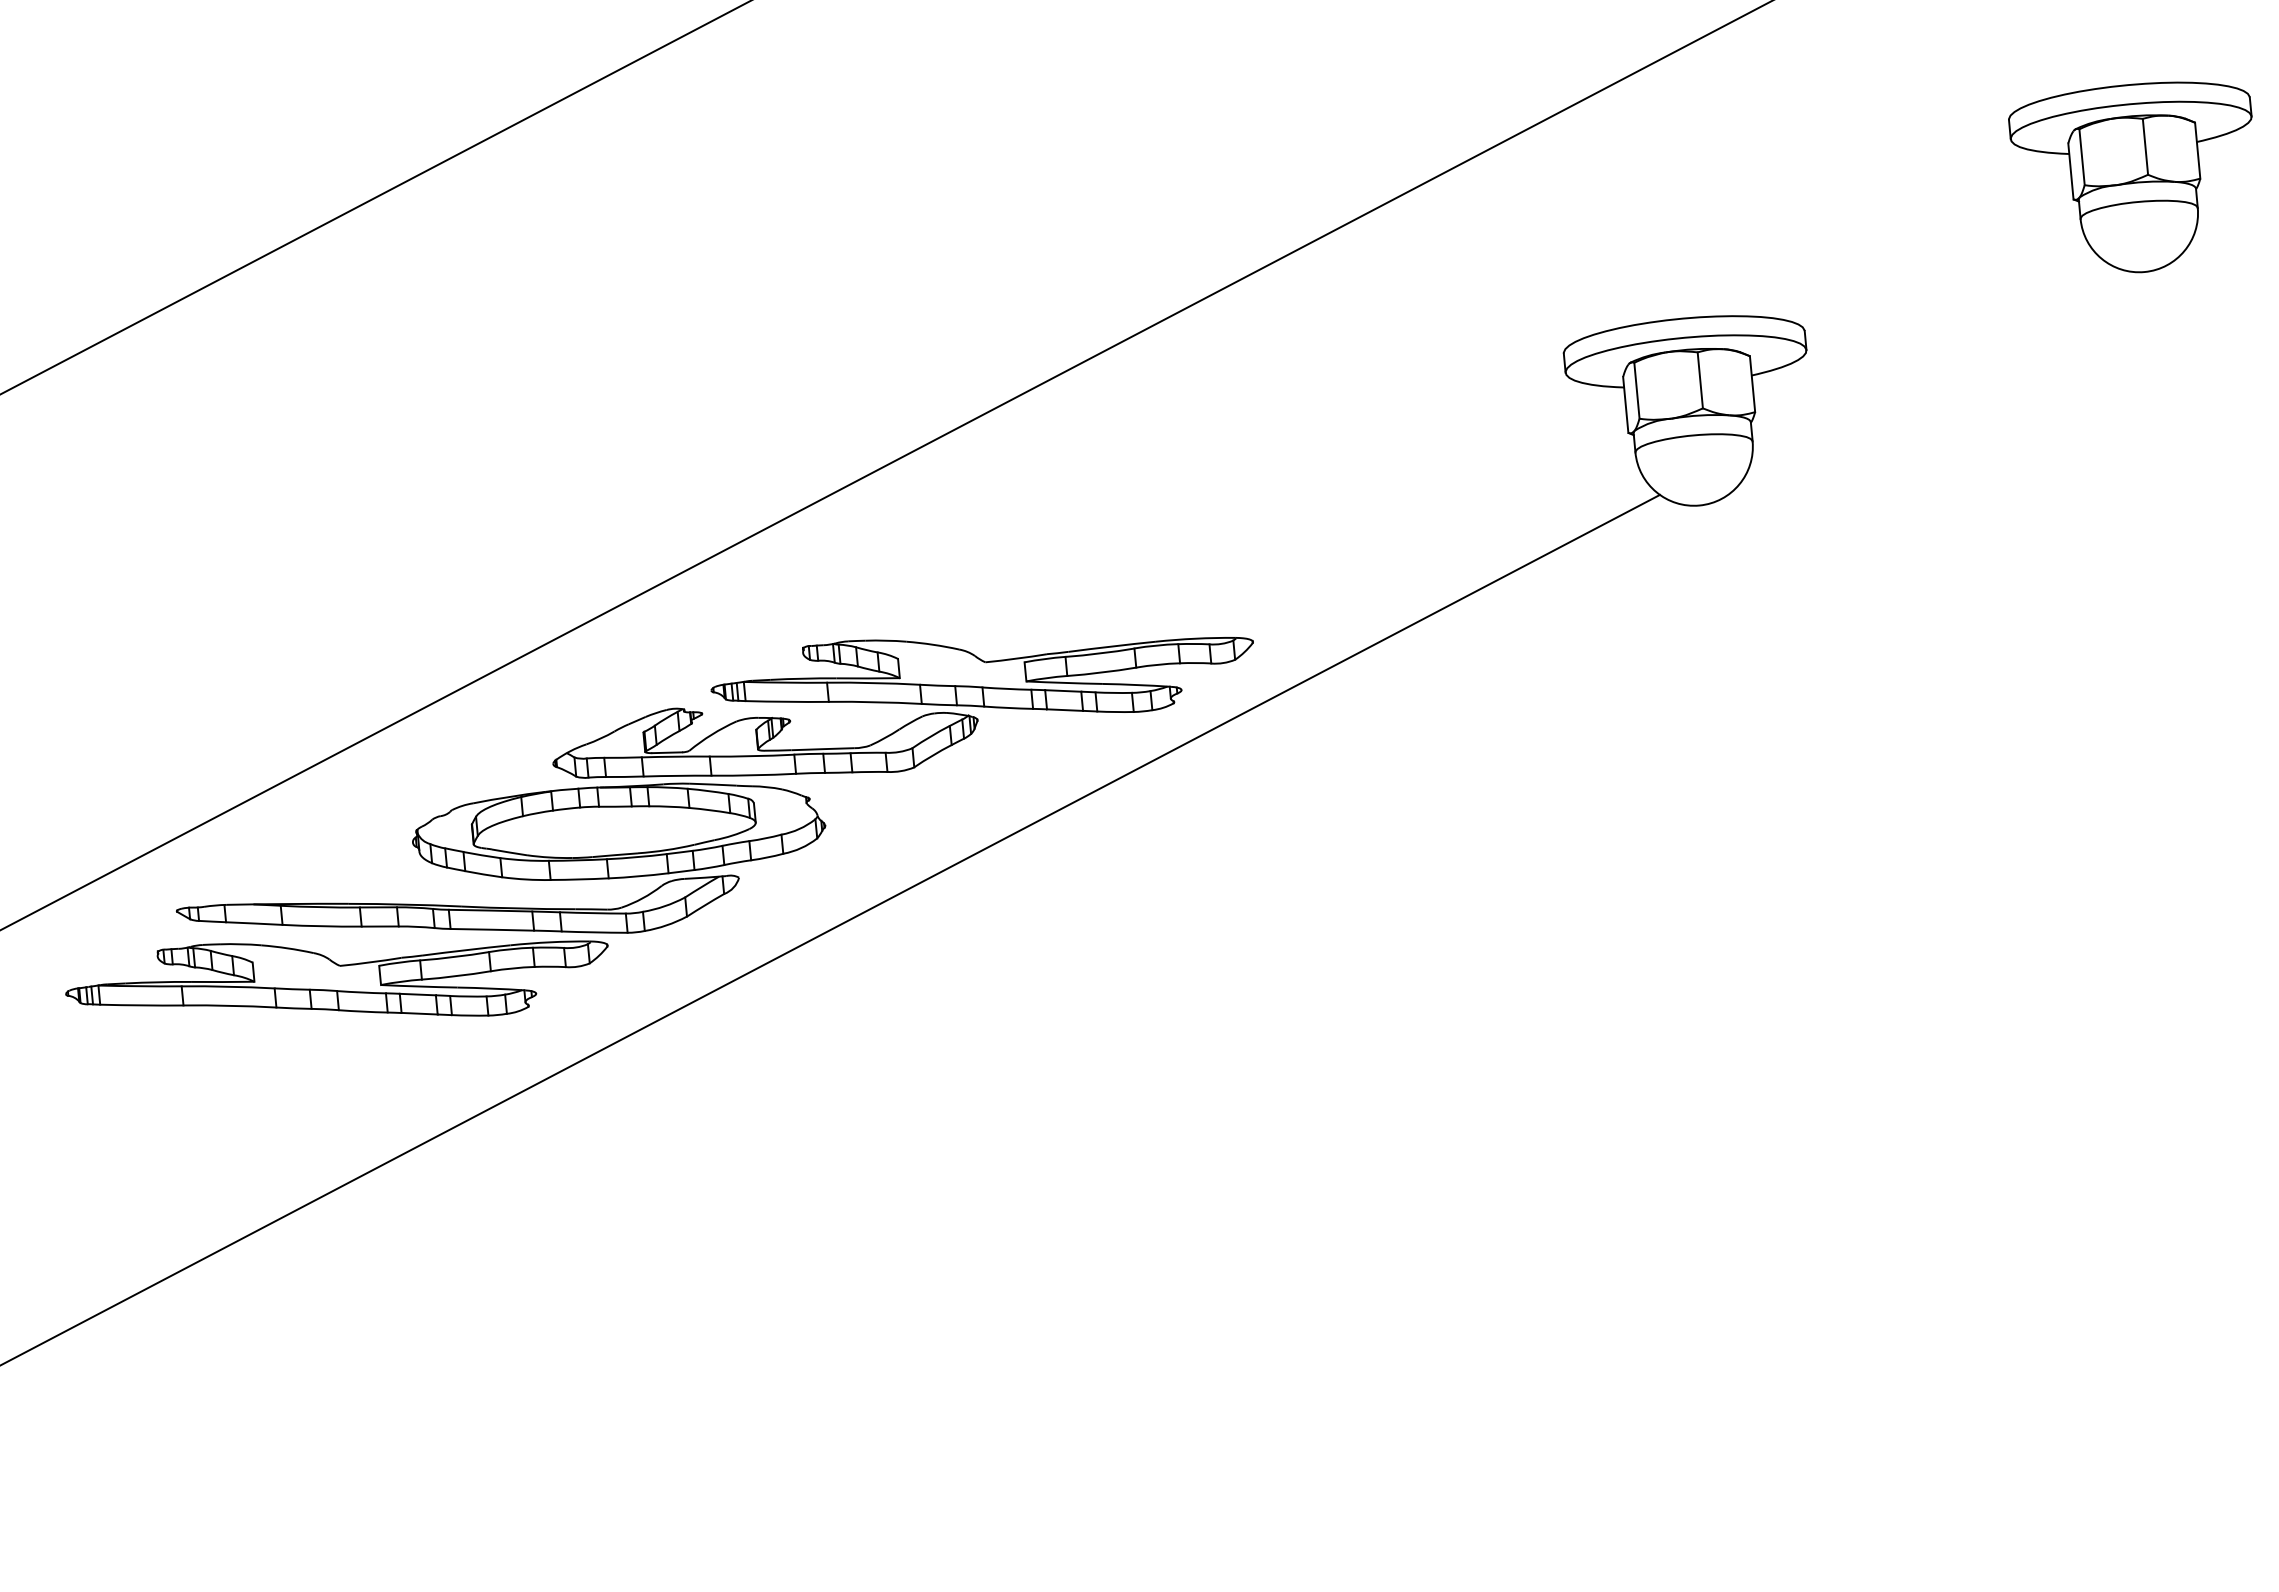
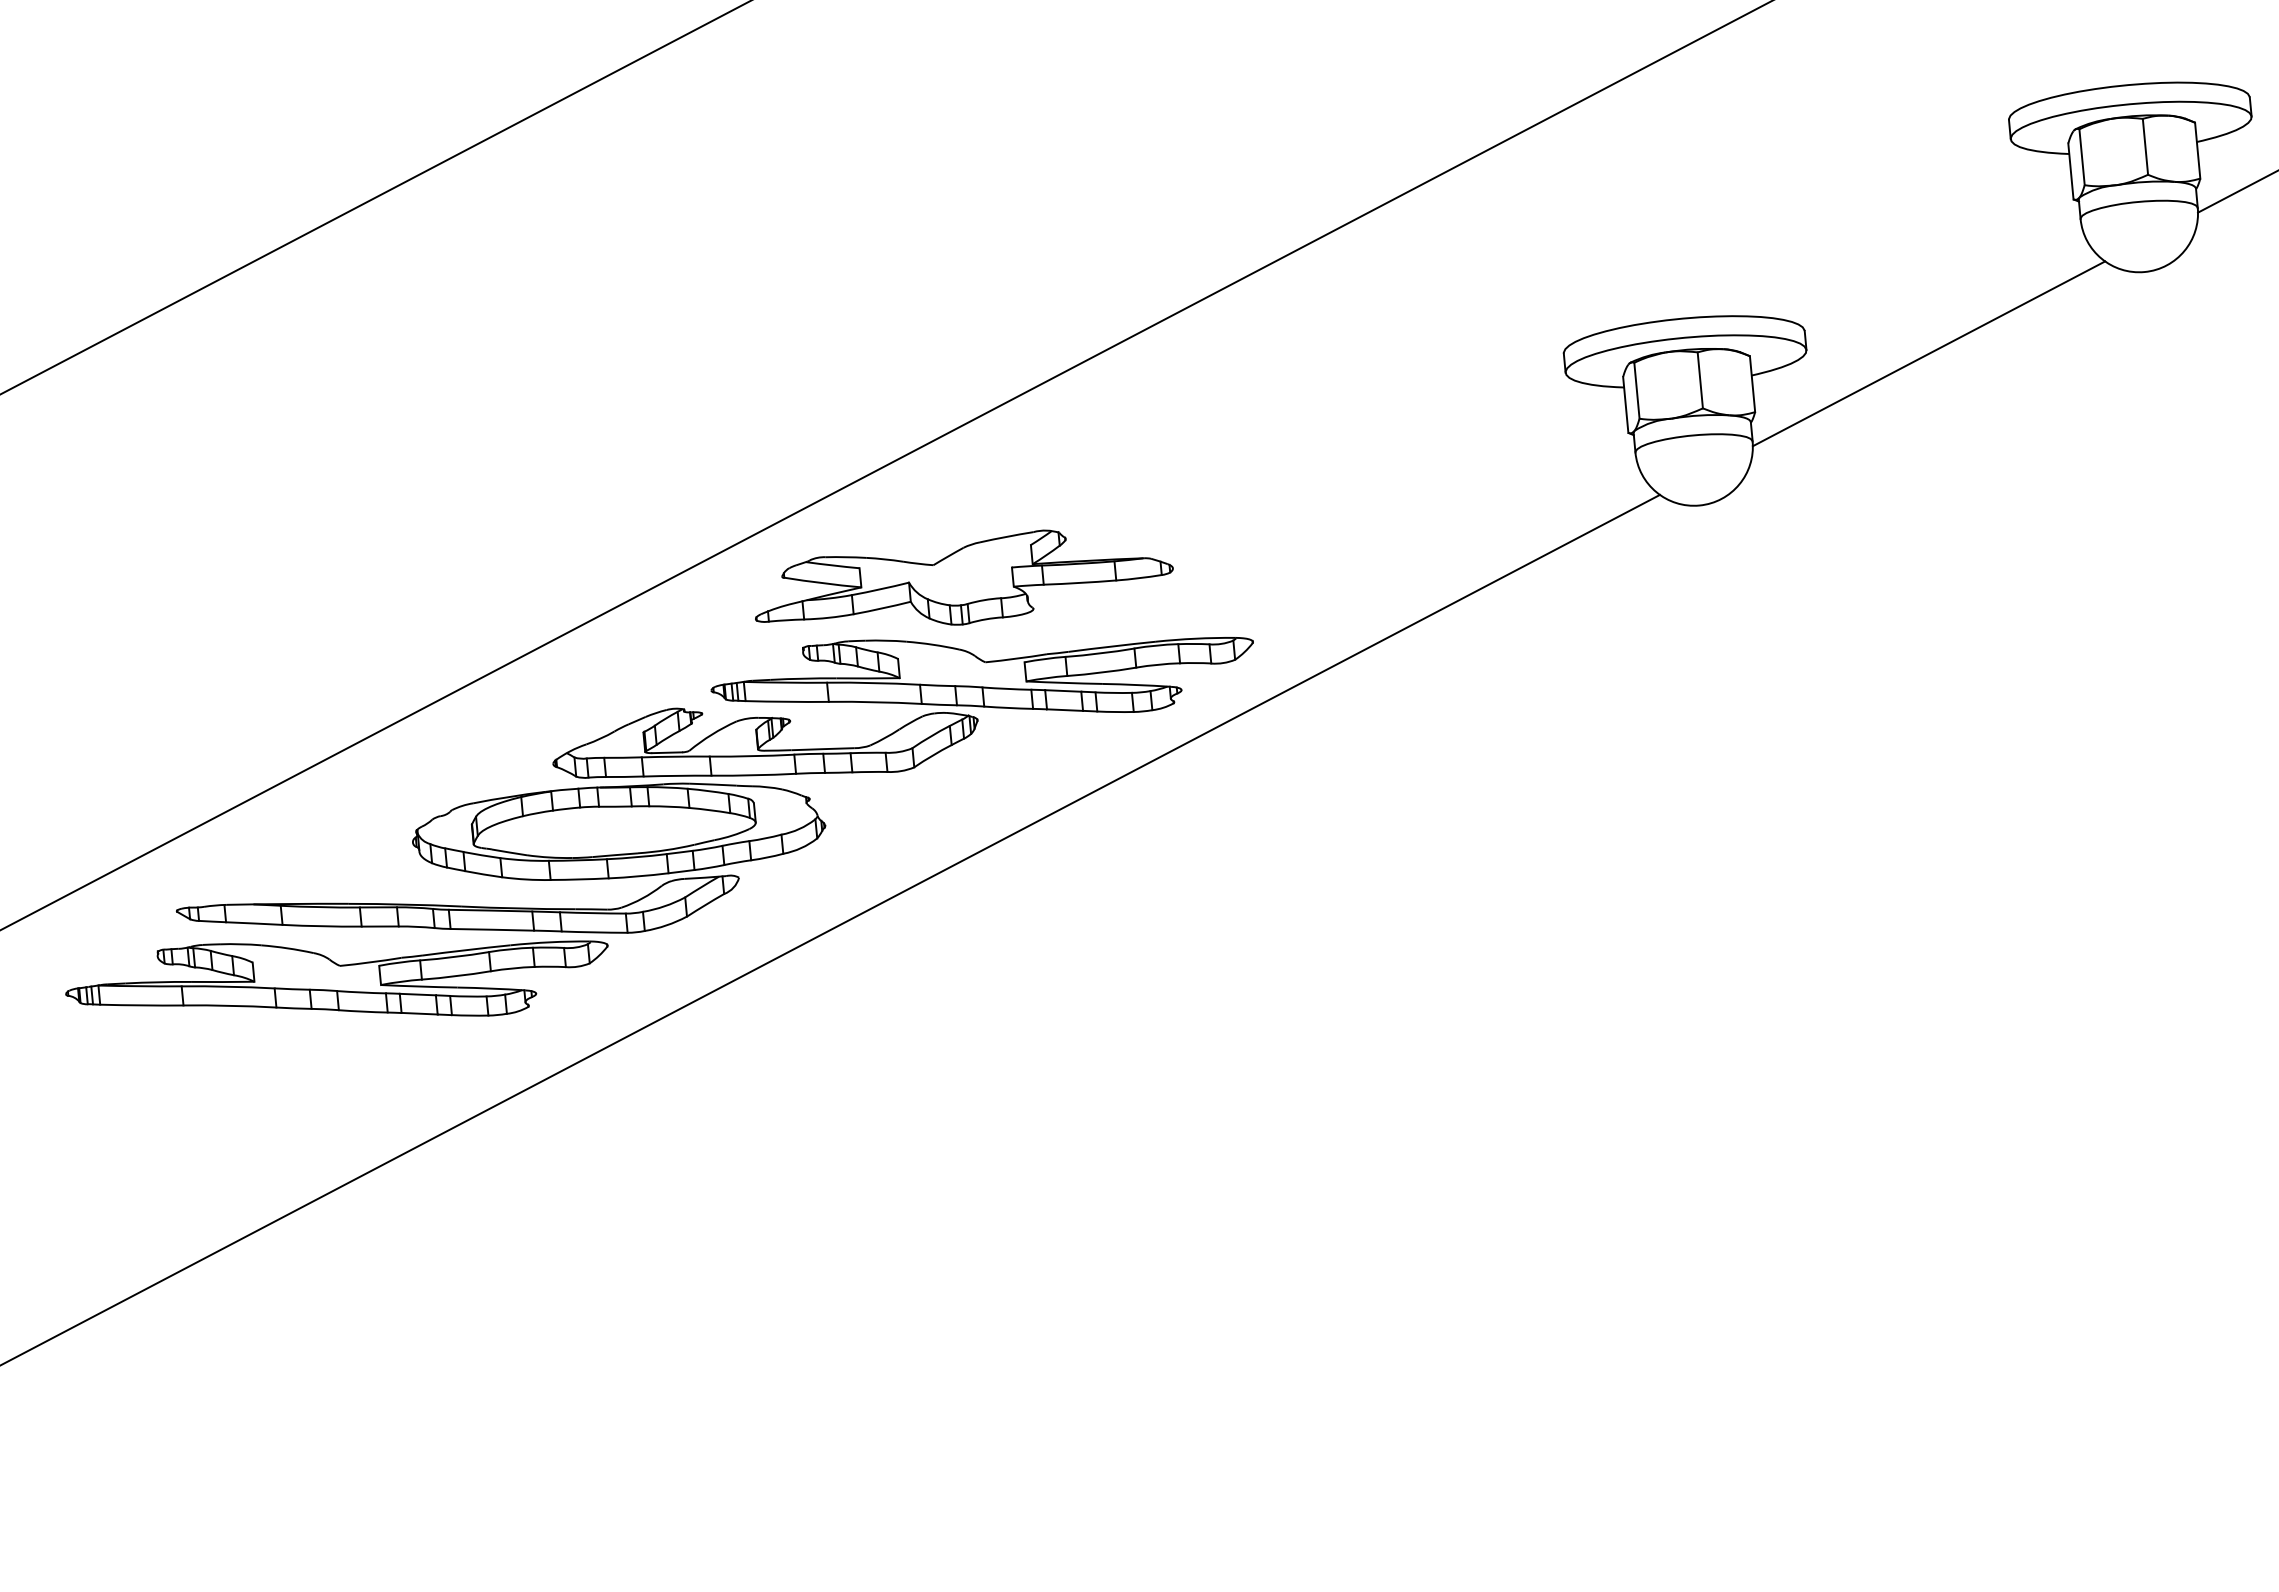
line at (2236, 192): none -> present
line at (1928, 353): none -> present
part at (964, 577): none -> present
